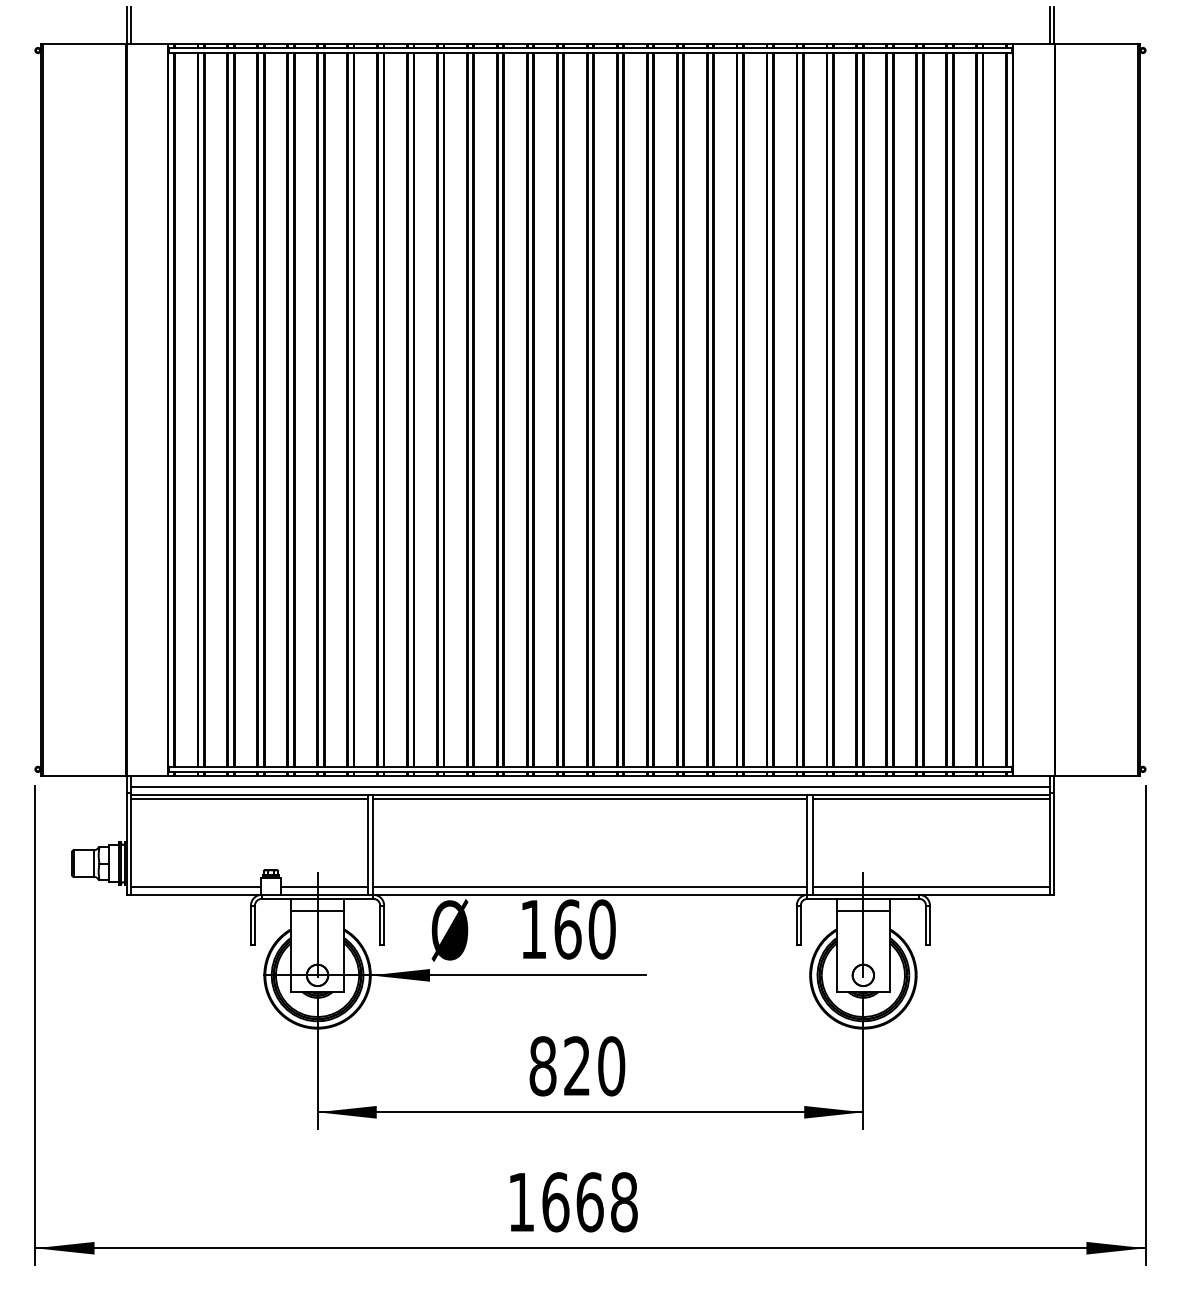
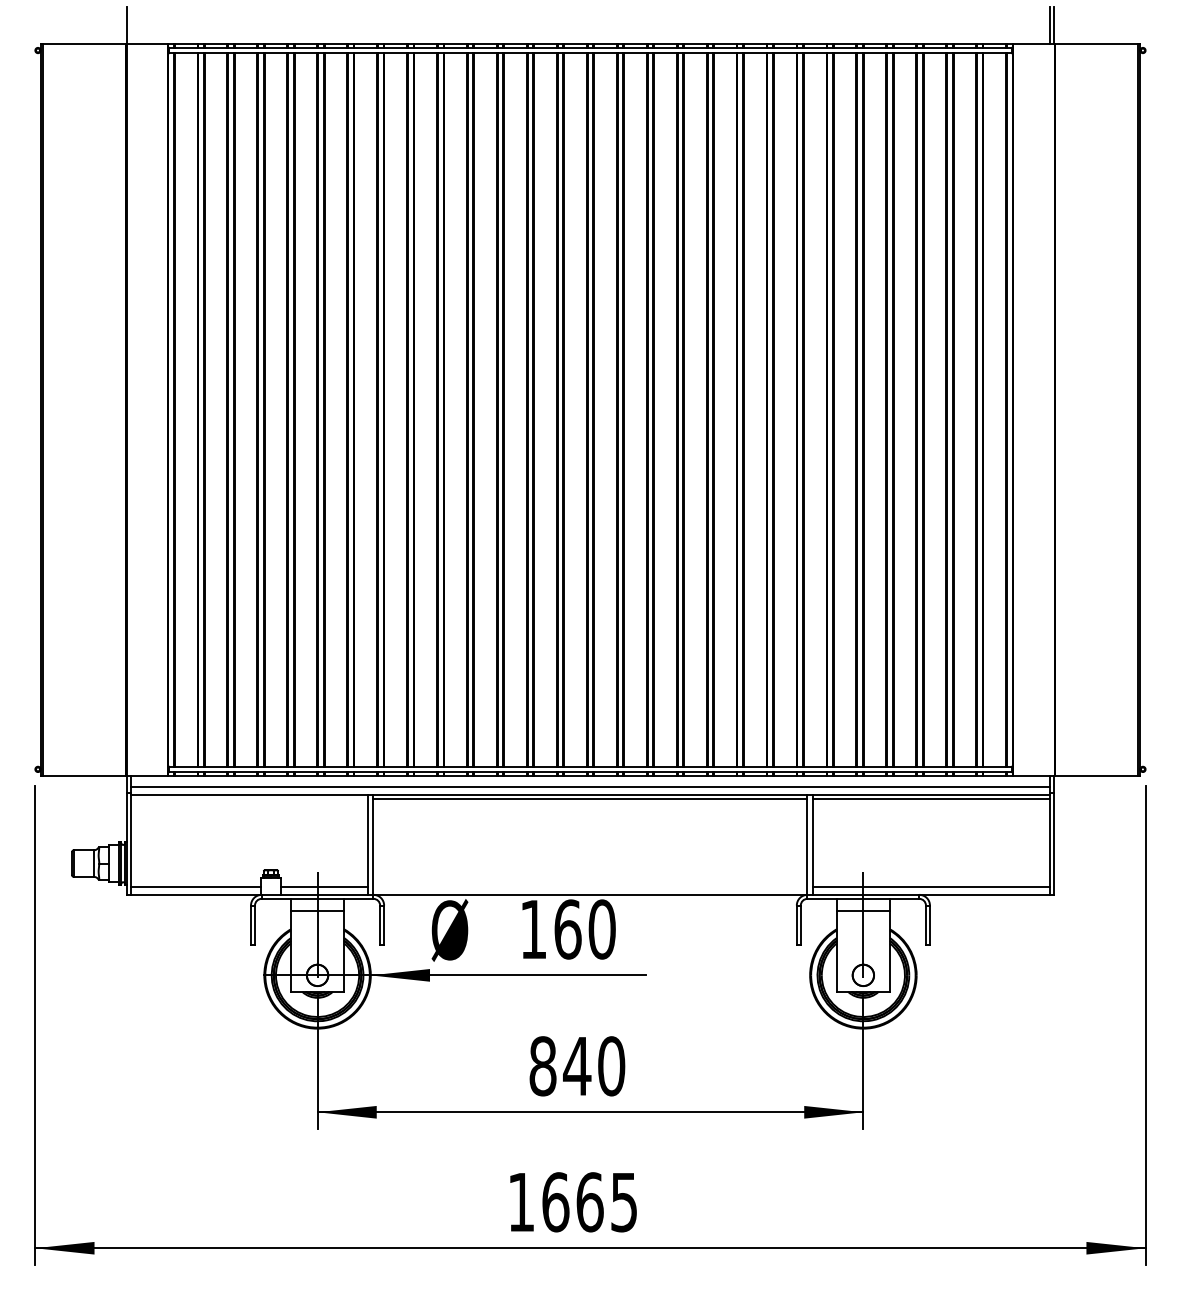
line at (131, 24): present -> none
line at (249, 799): present -> none
line at (590, 886): present -> none
text at (577, 1065): 820 -> 840
text at (624, 1202): 1668 -> 1665
